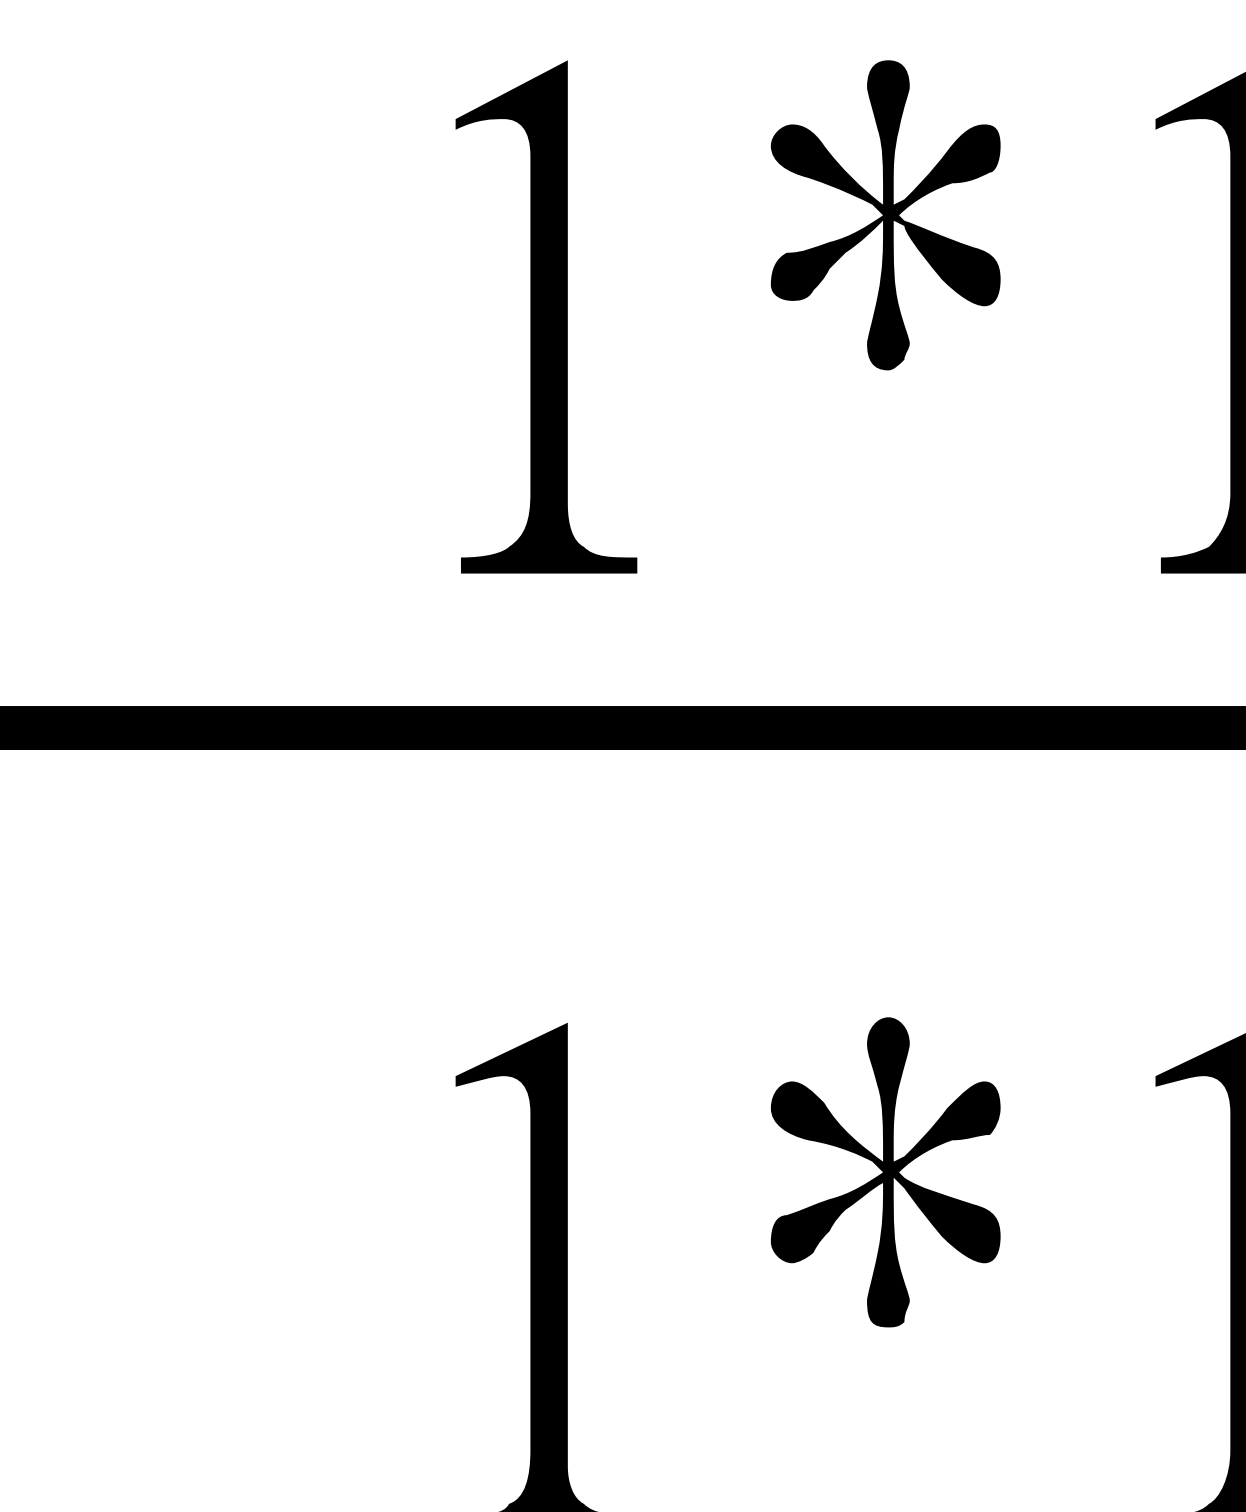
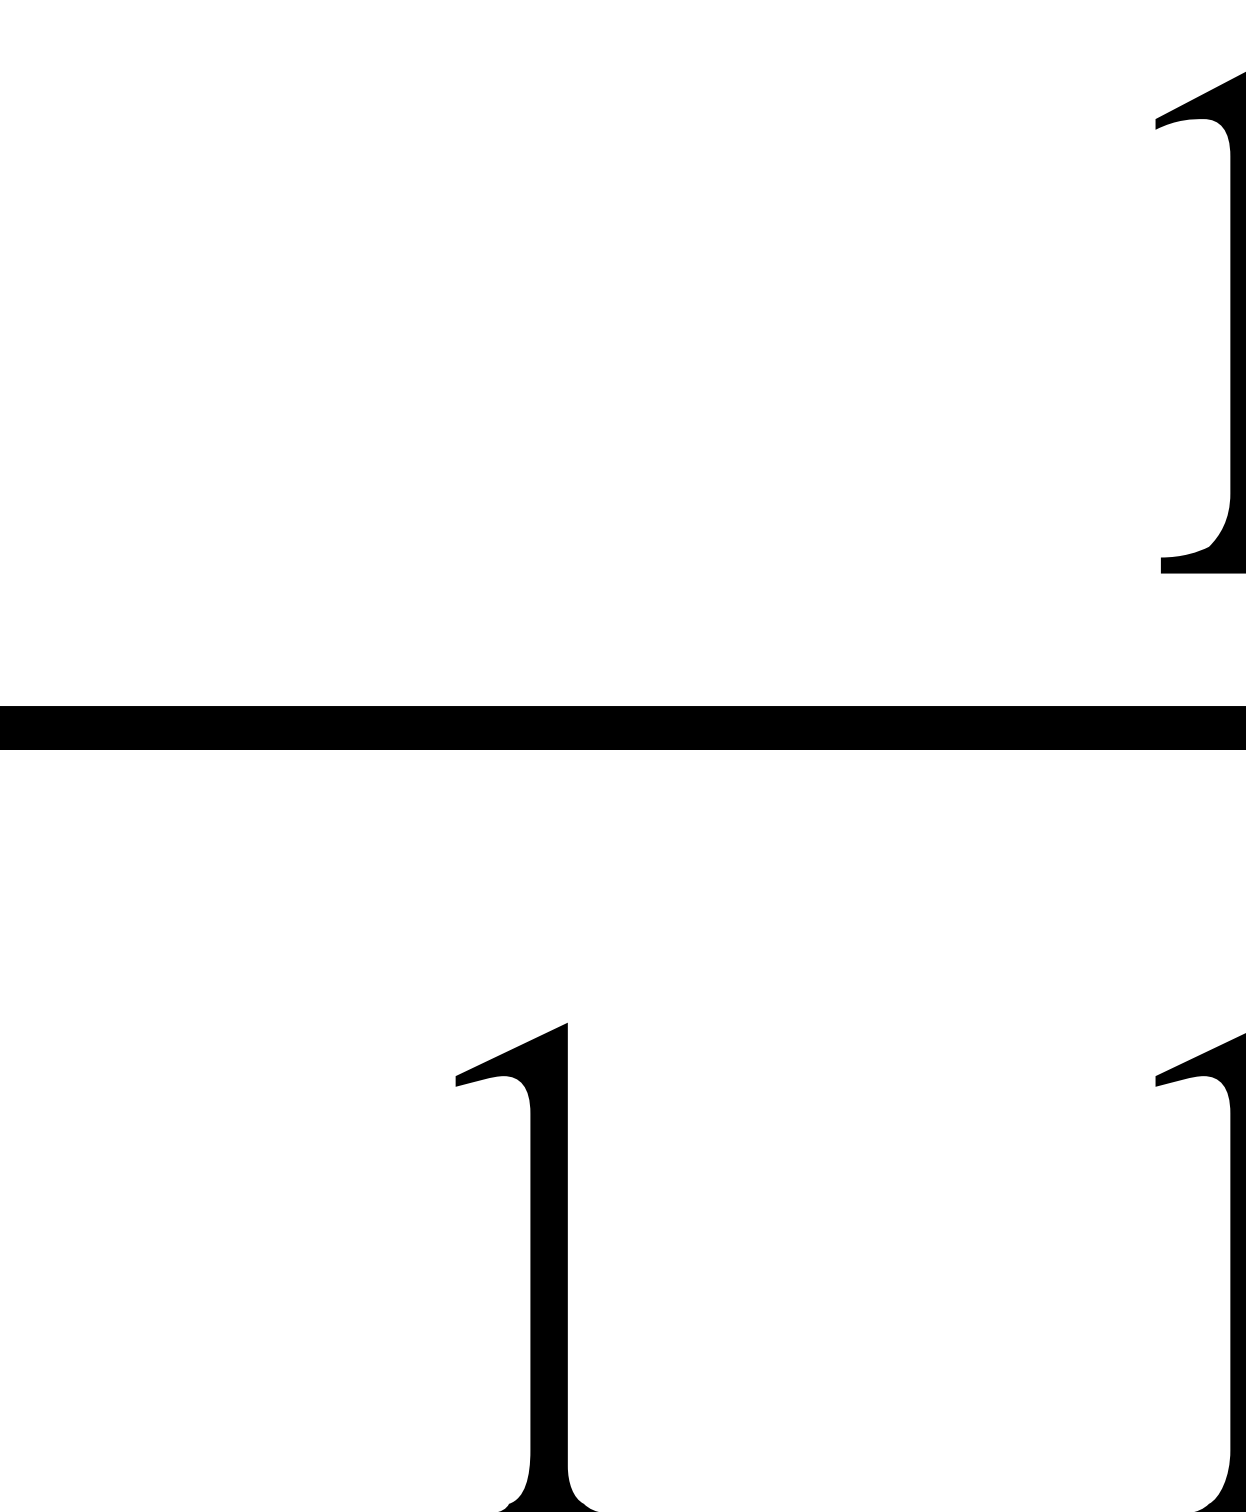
part at (885, 215): present -> none
fill at (546, 316): present -> none
fill at (885, 1172): present -> none
